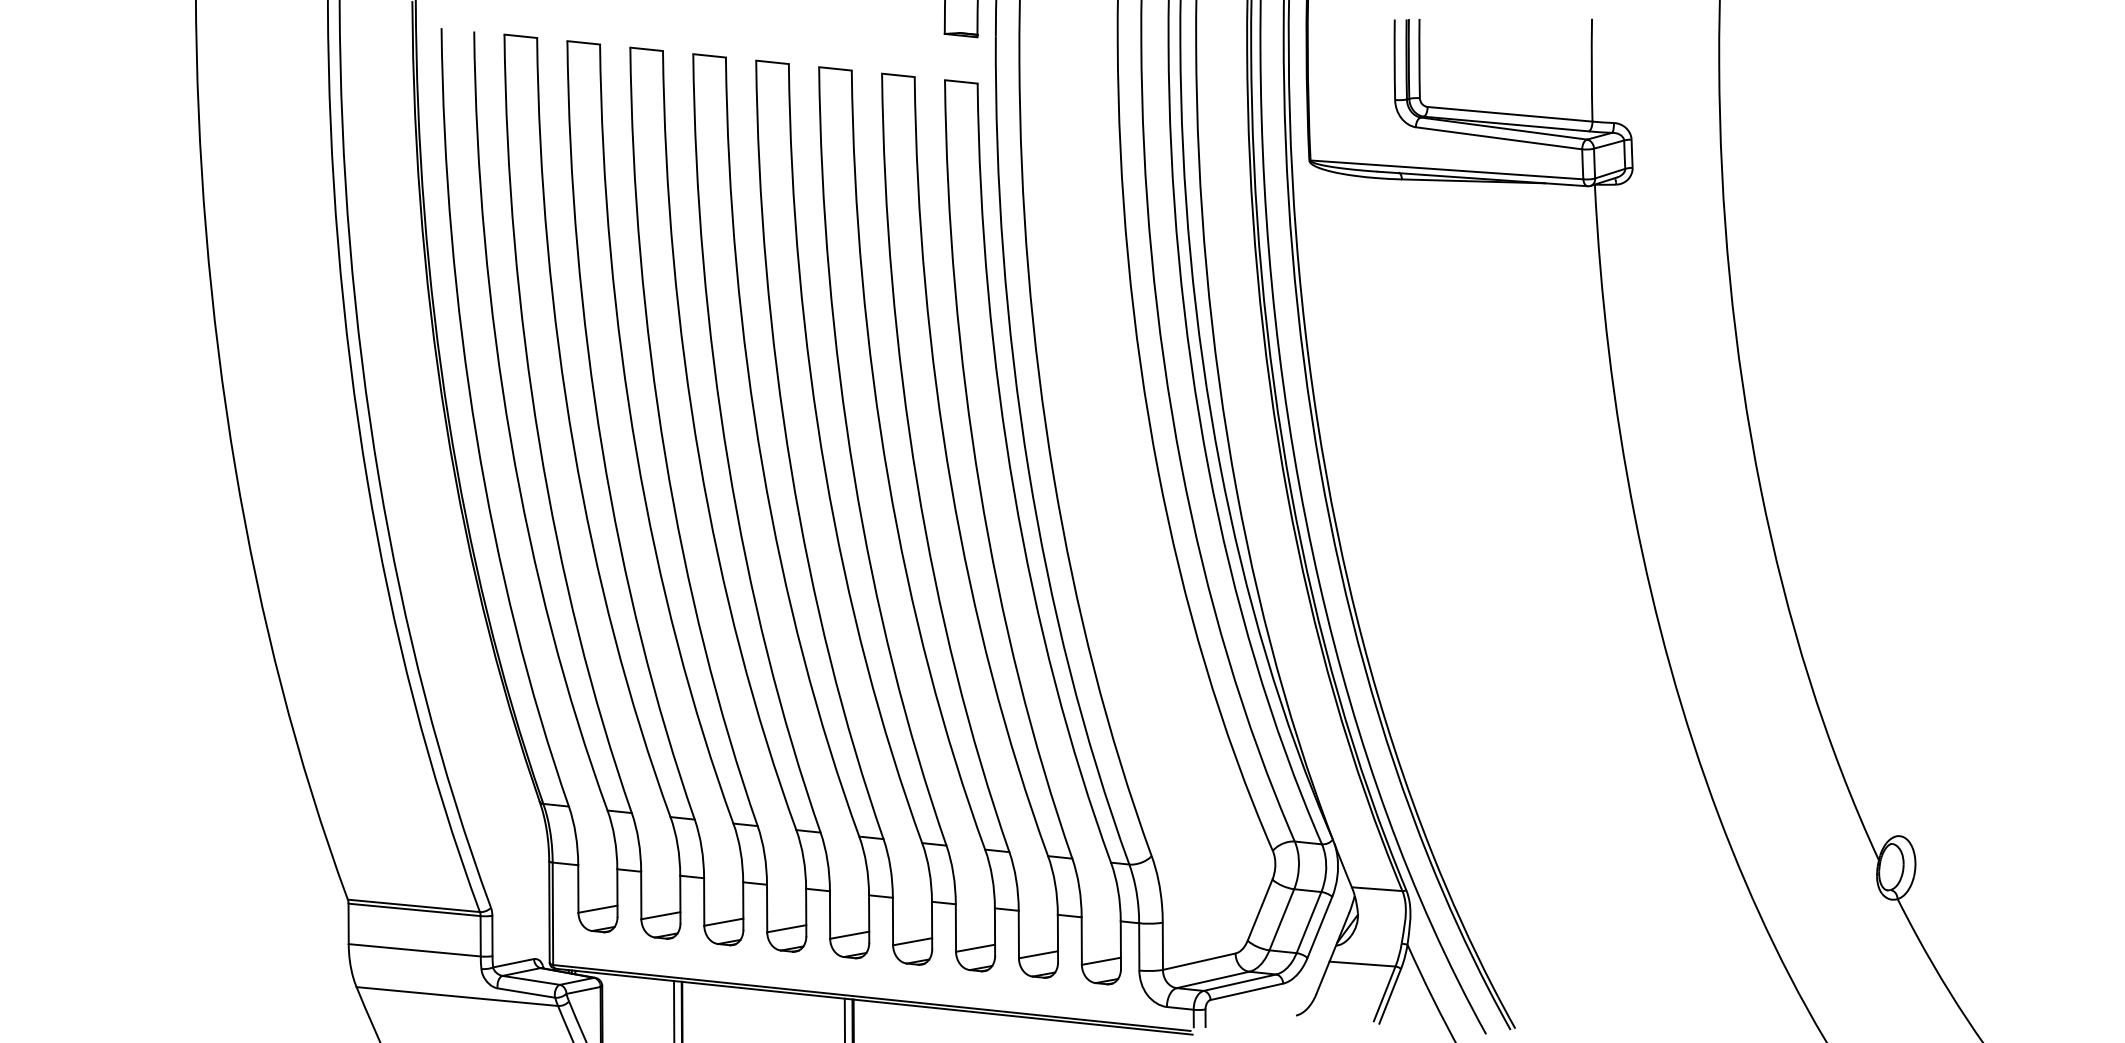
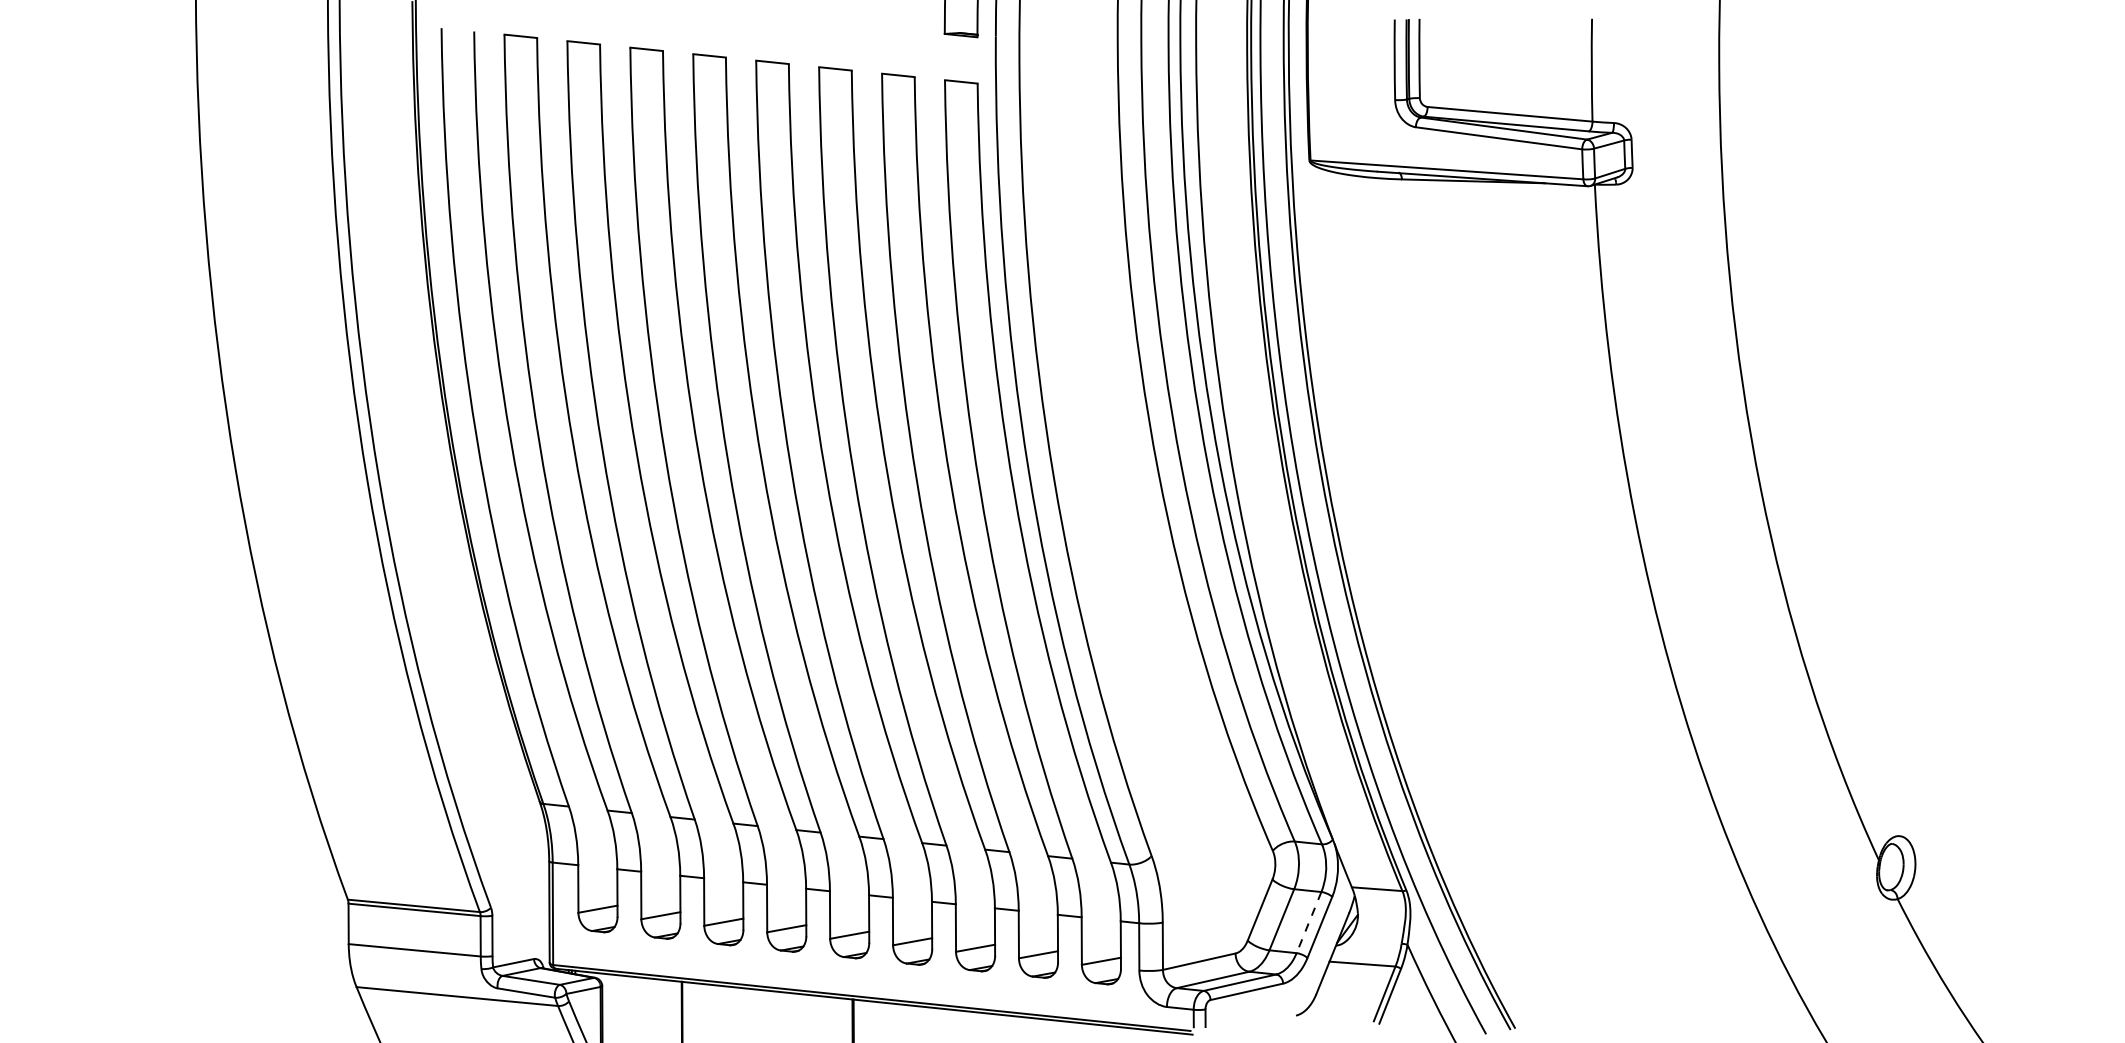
line at (1309, 922): solid -> dashed
line at (674, 1010): present -> none
line at (844, 1018): present -> none
